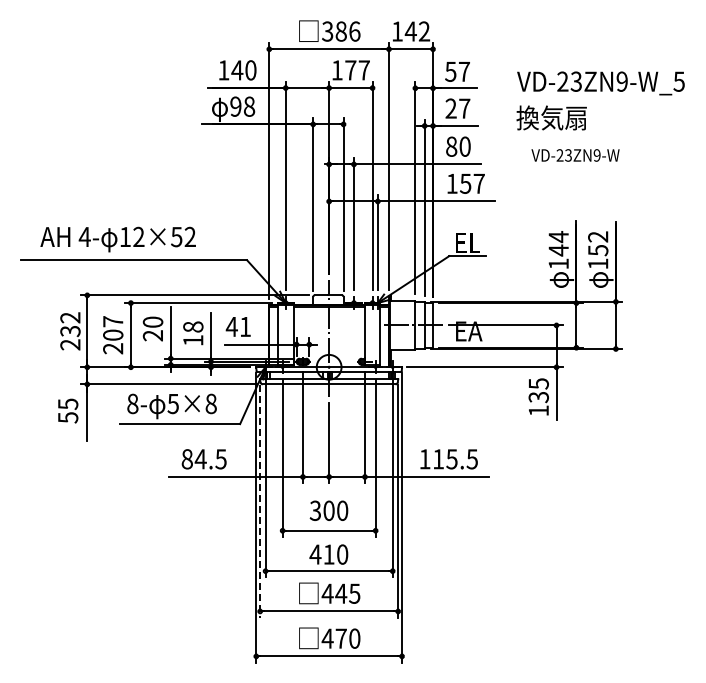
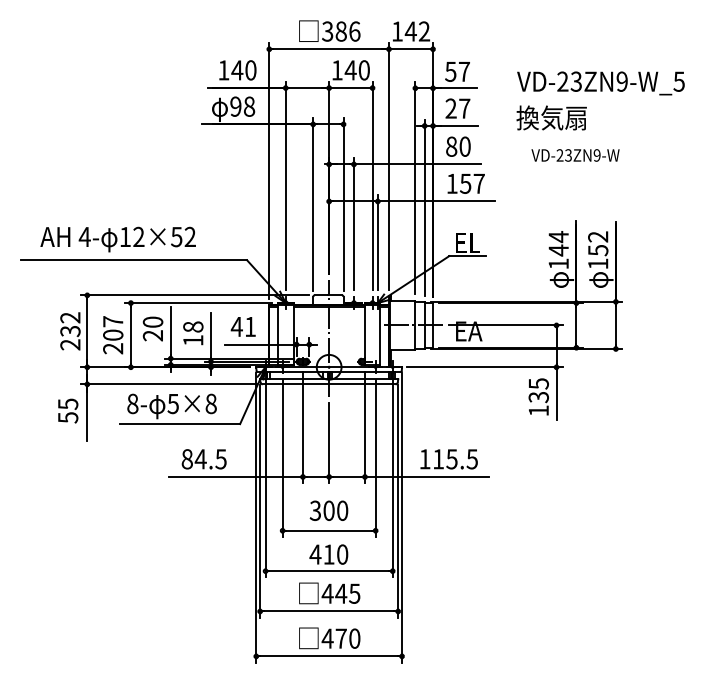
text at (356, 70): 177 -> 140
text at (237, 326) position: (237, 326) -> (242, 326)
line at (260, 501): dashed -> solid
